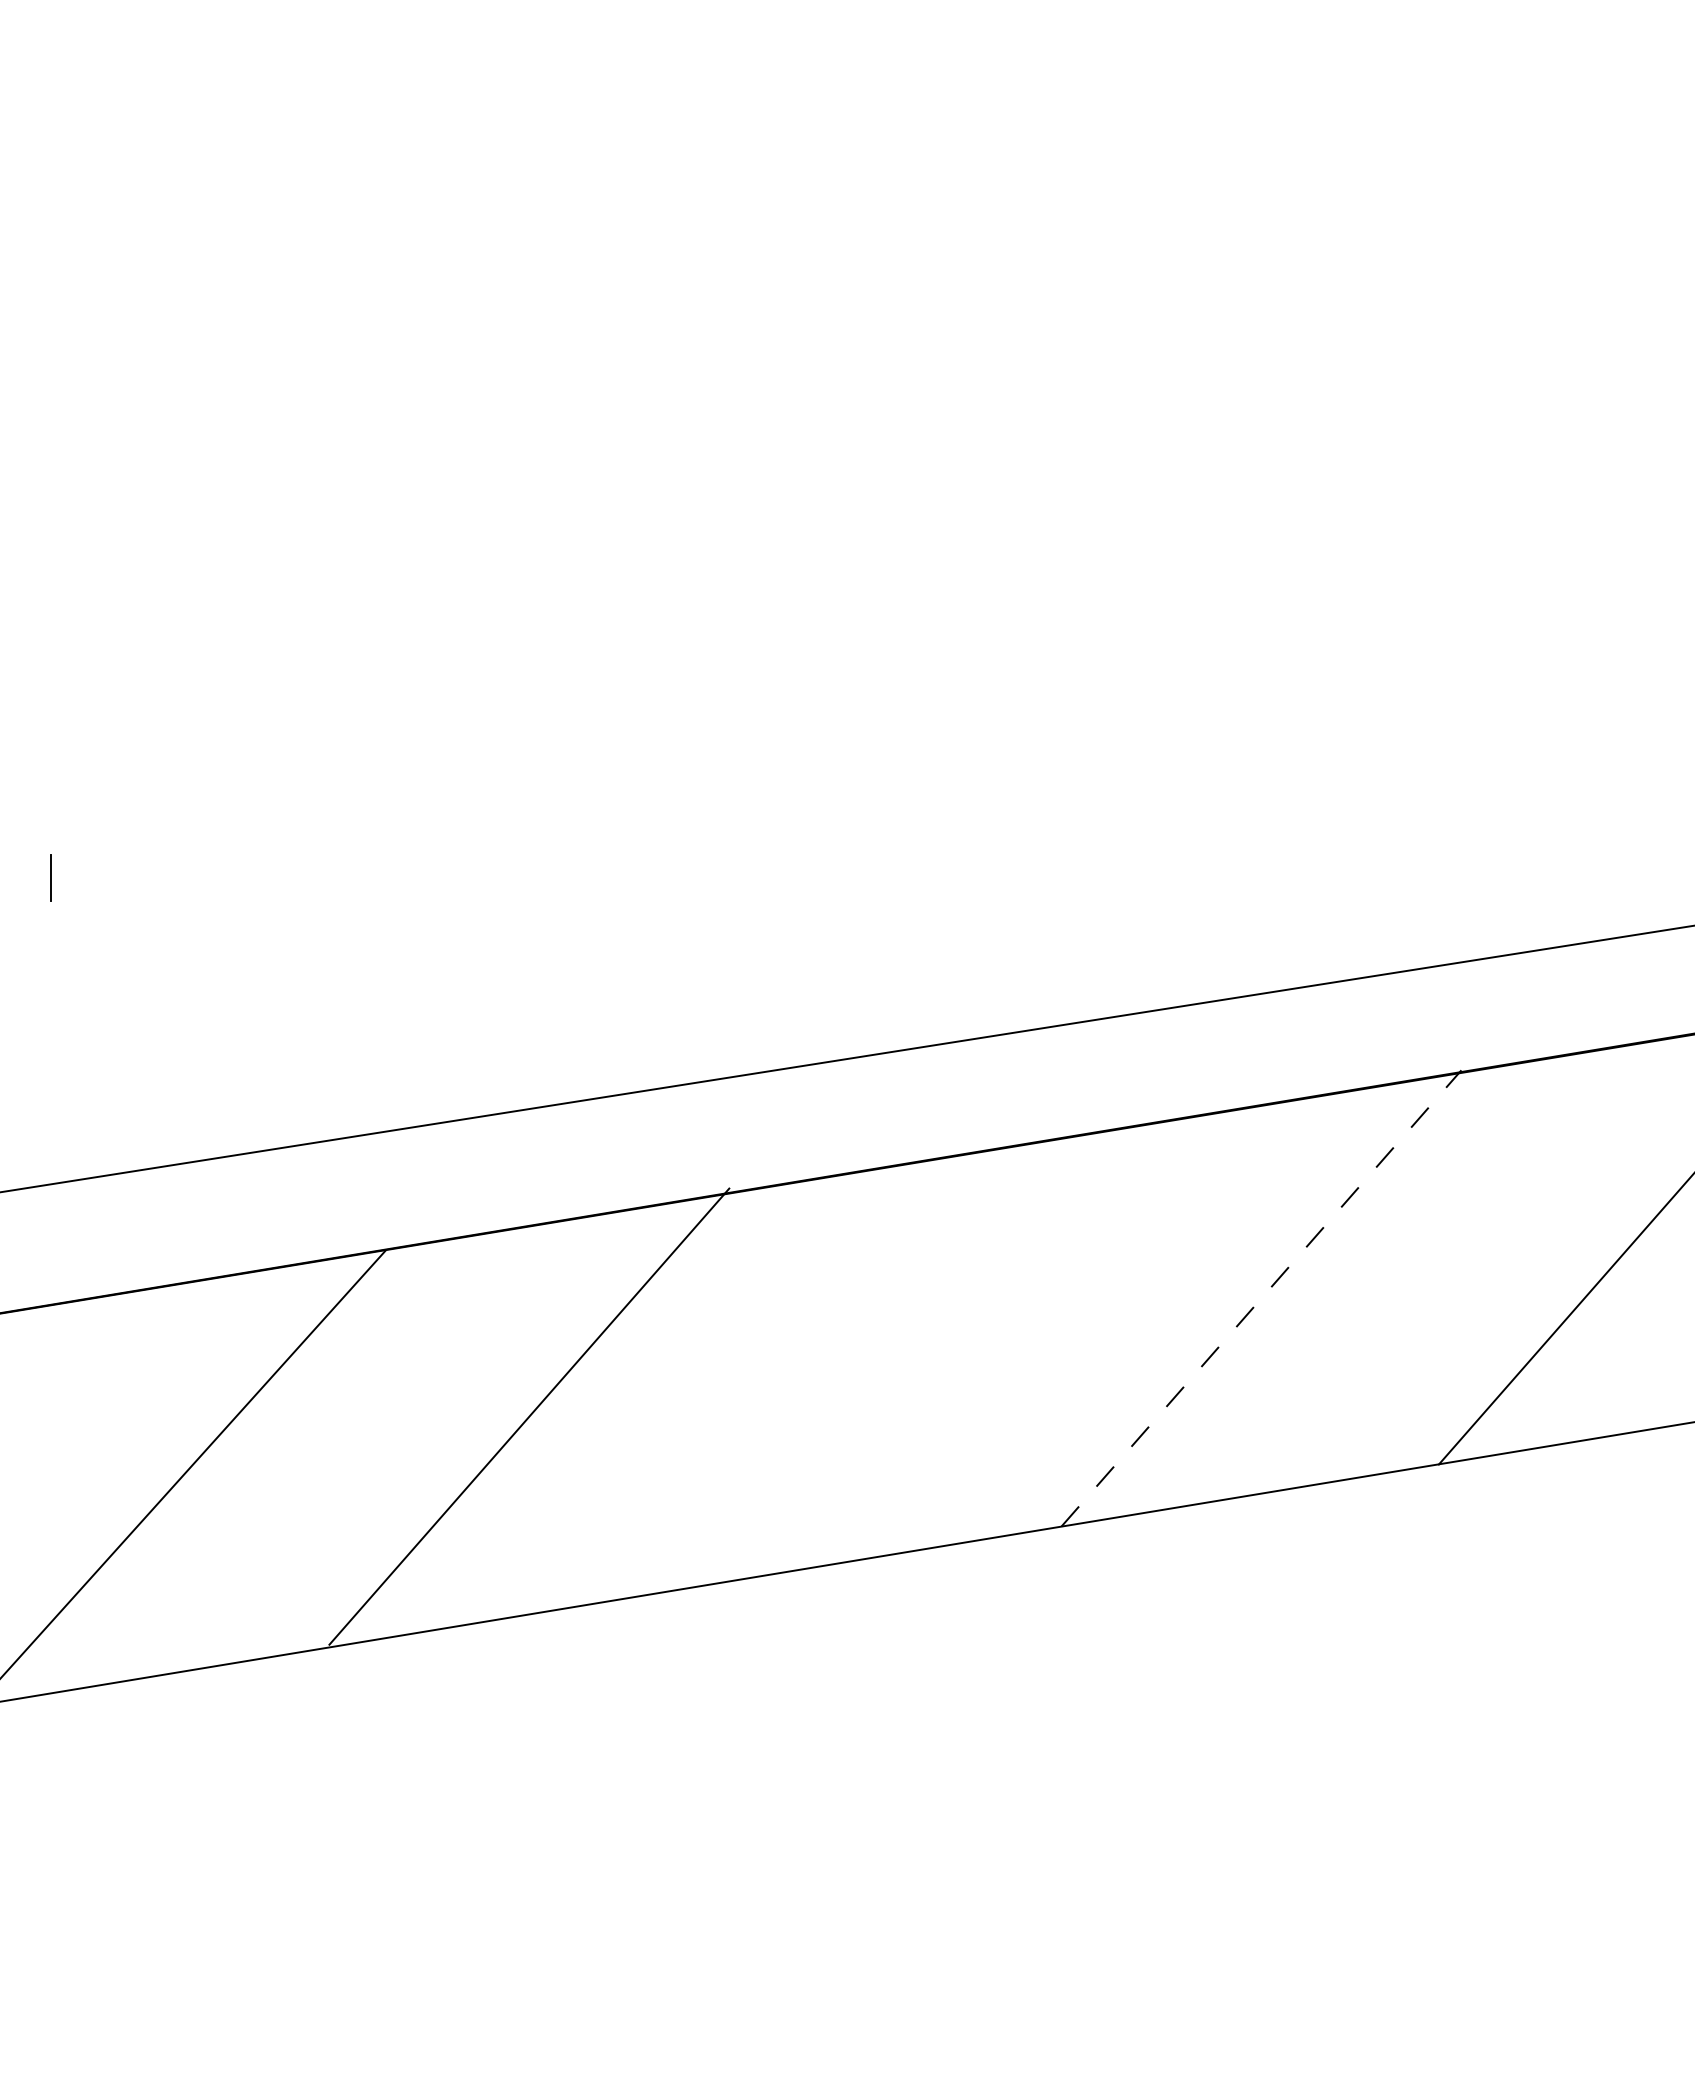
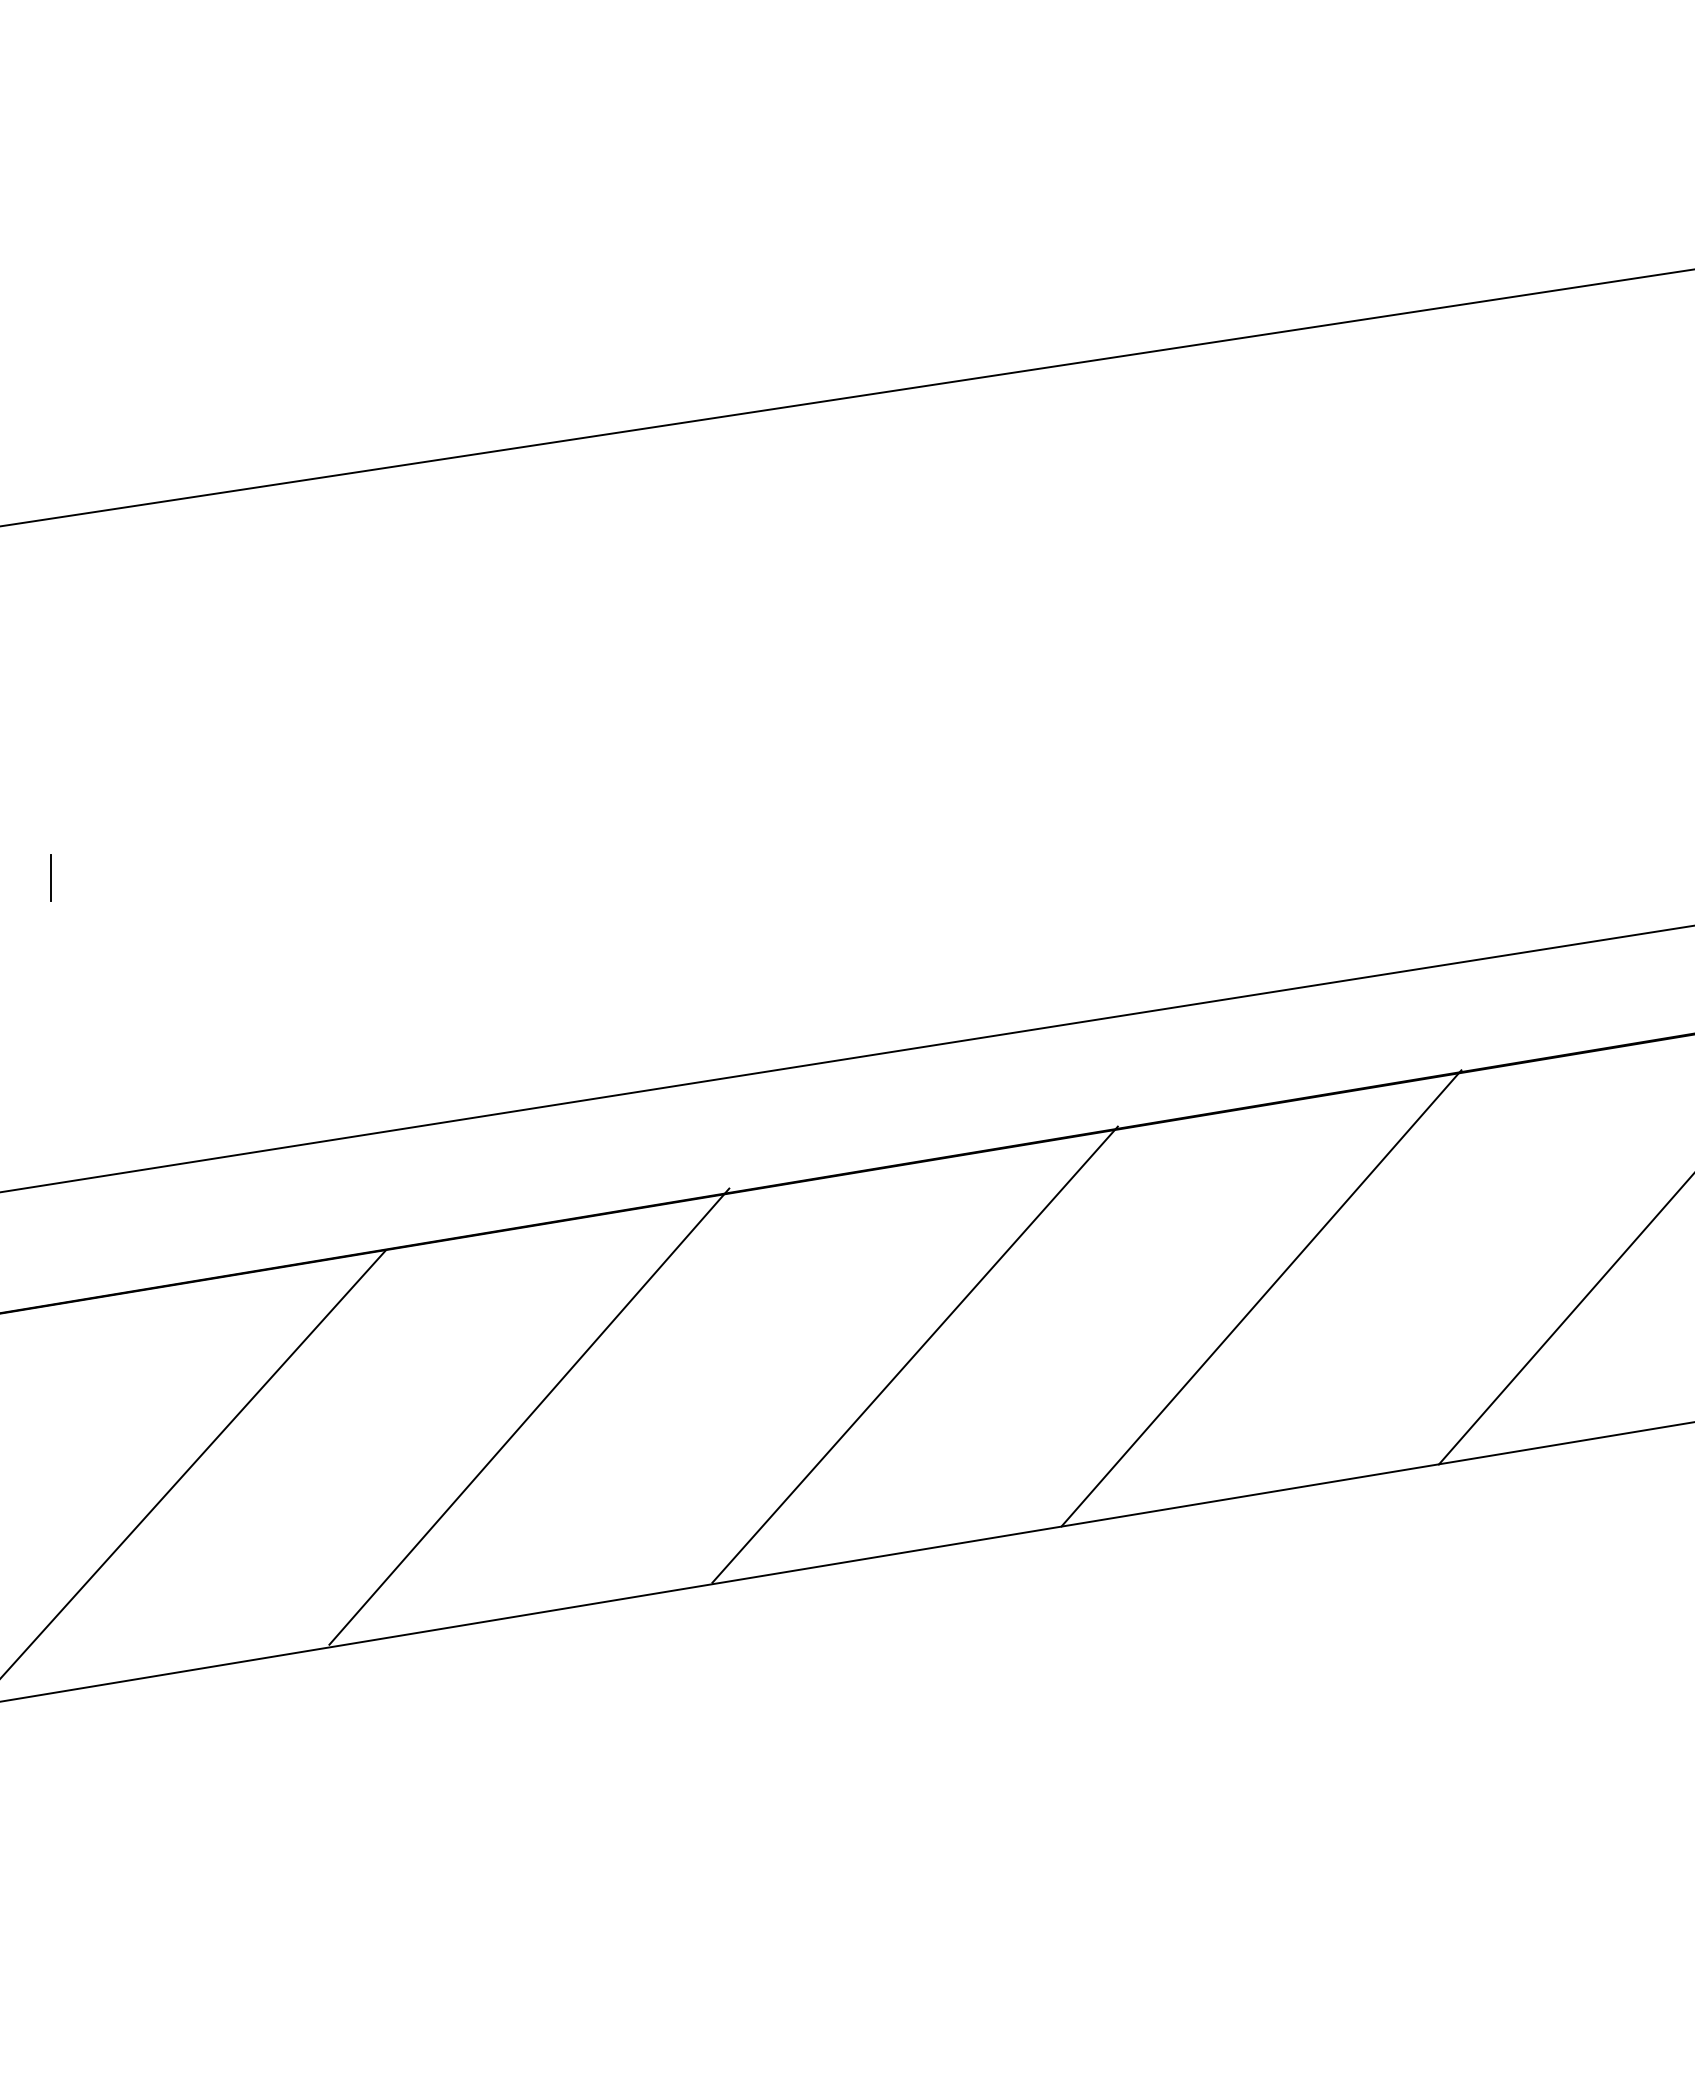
line at (846, 397): none -> present
line at (1261, 1298): dashed -> solid
line at (914, 1354): none -> present
